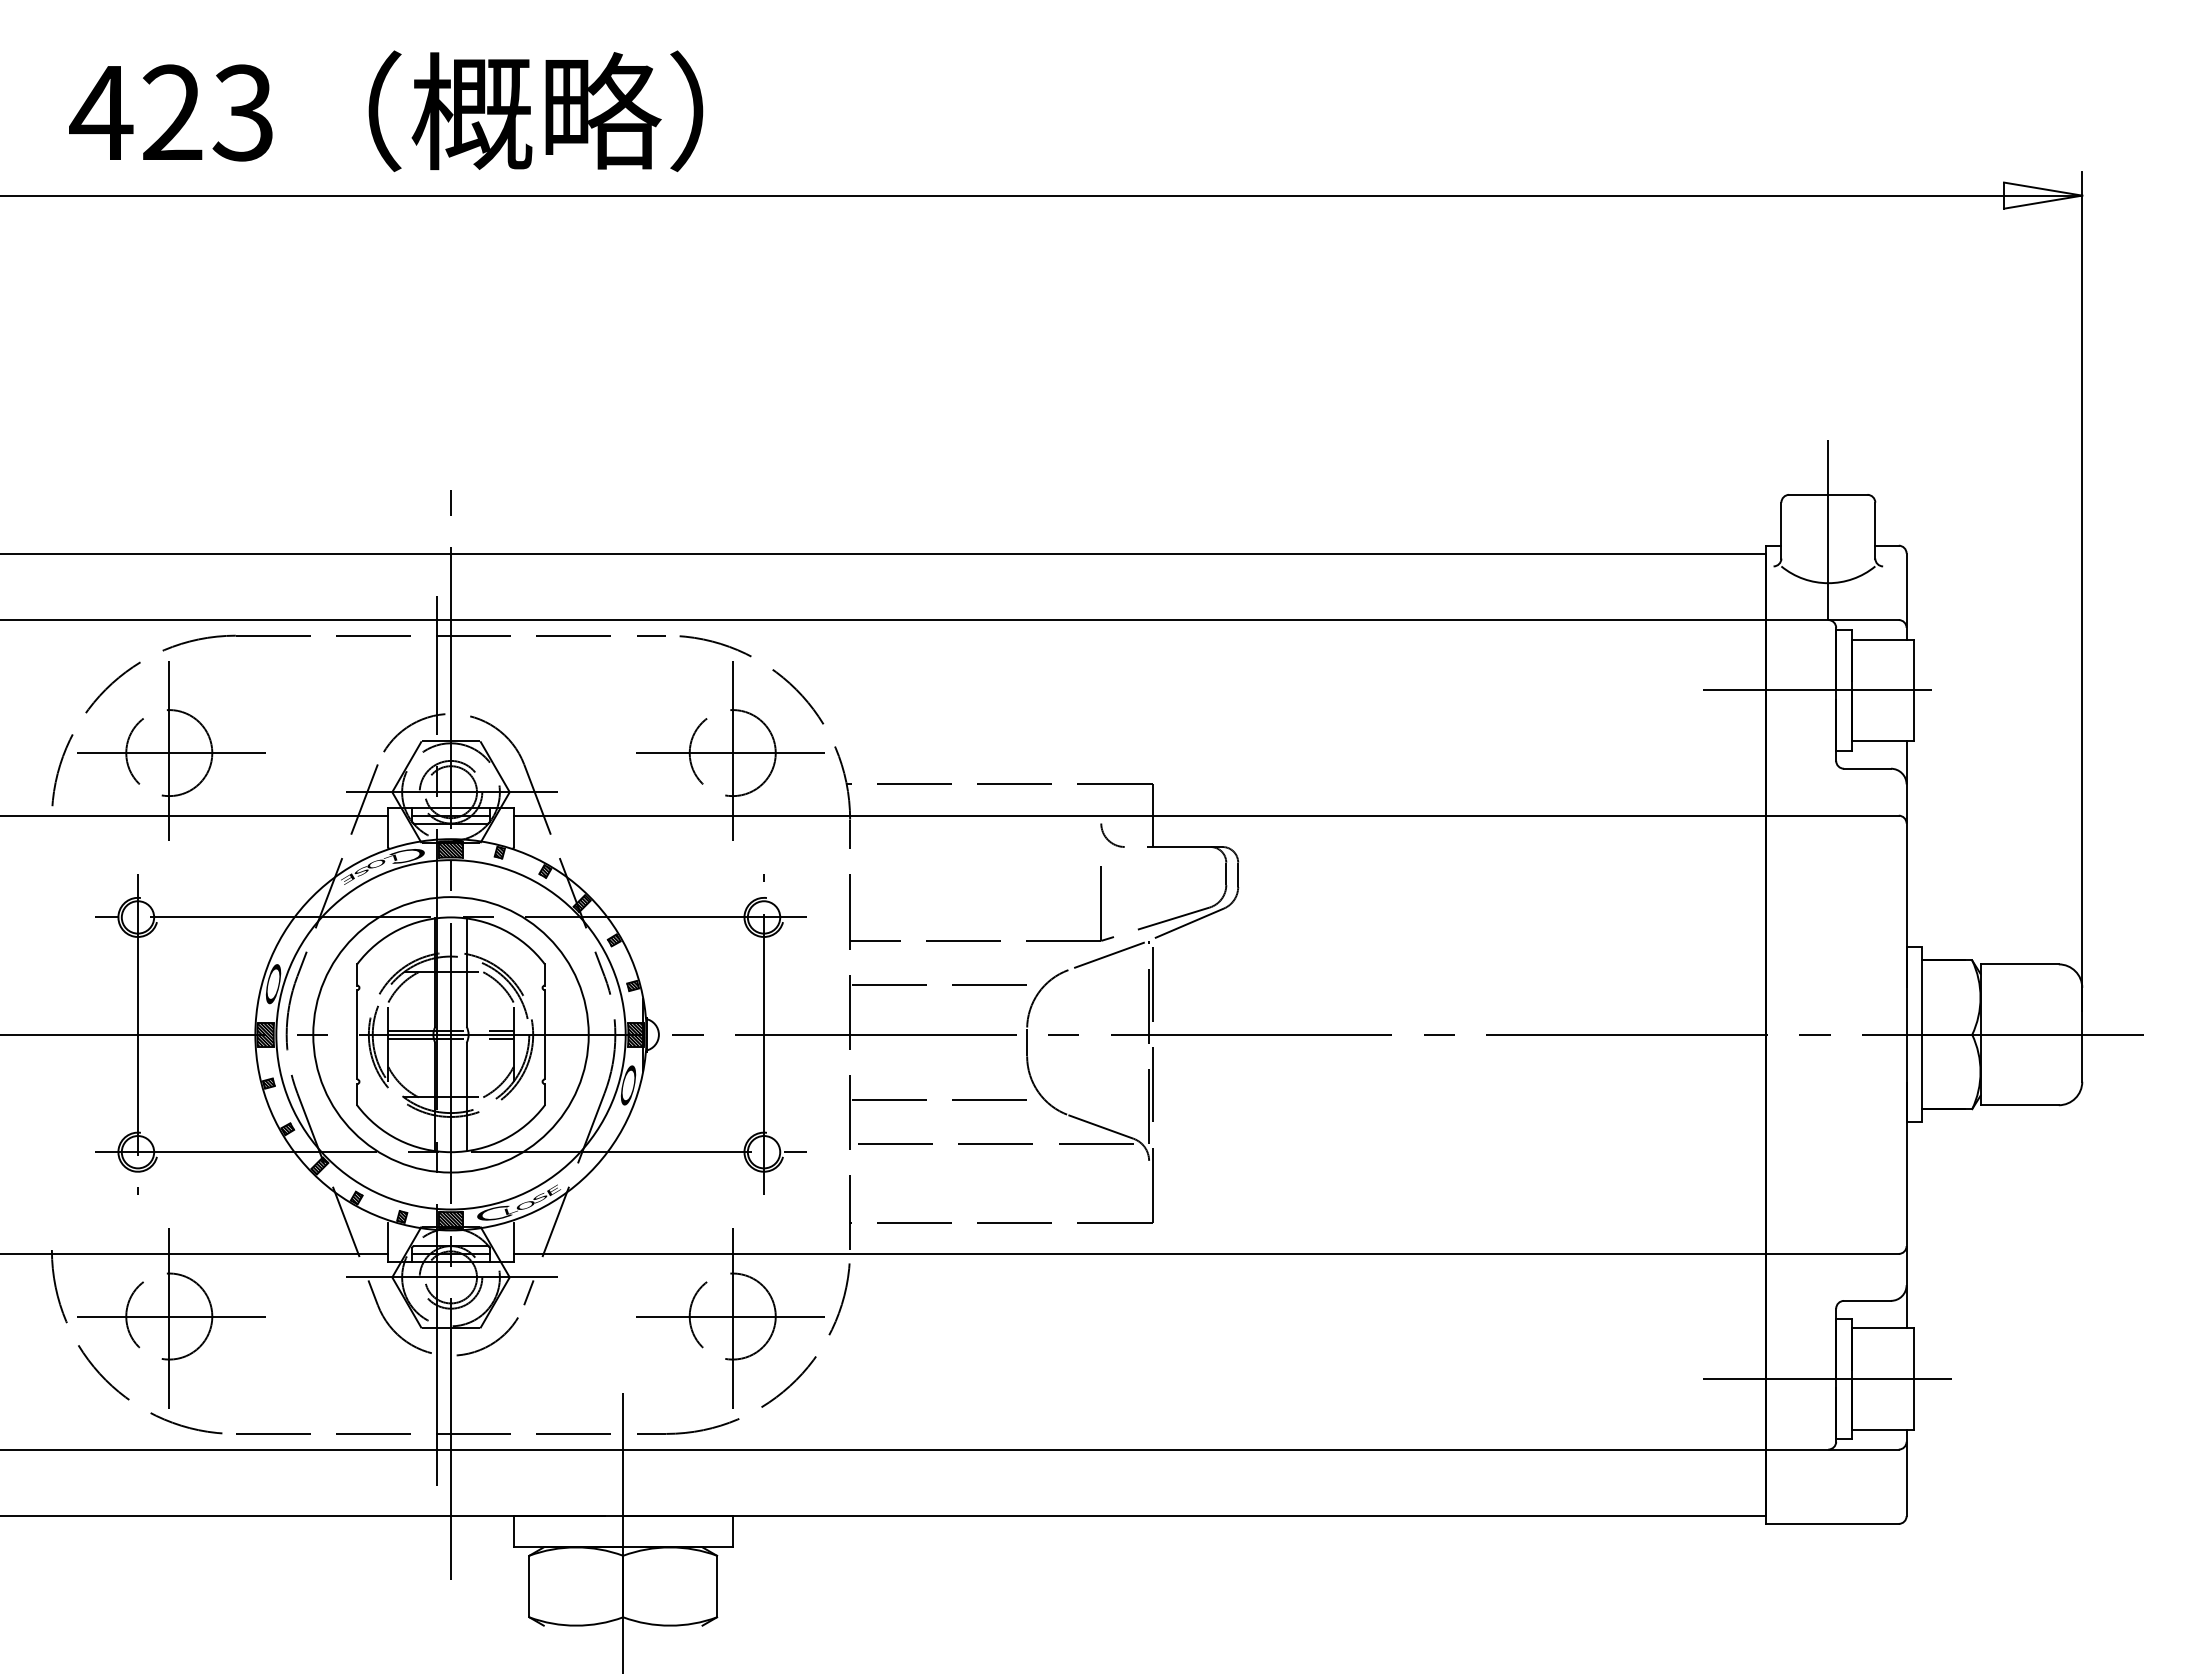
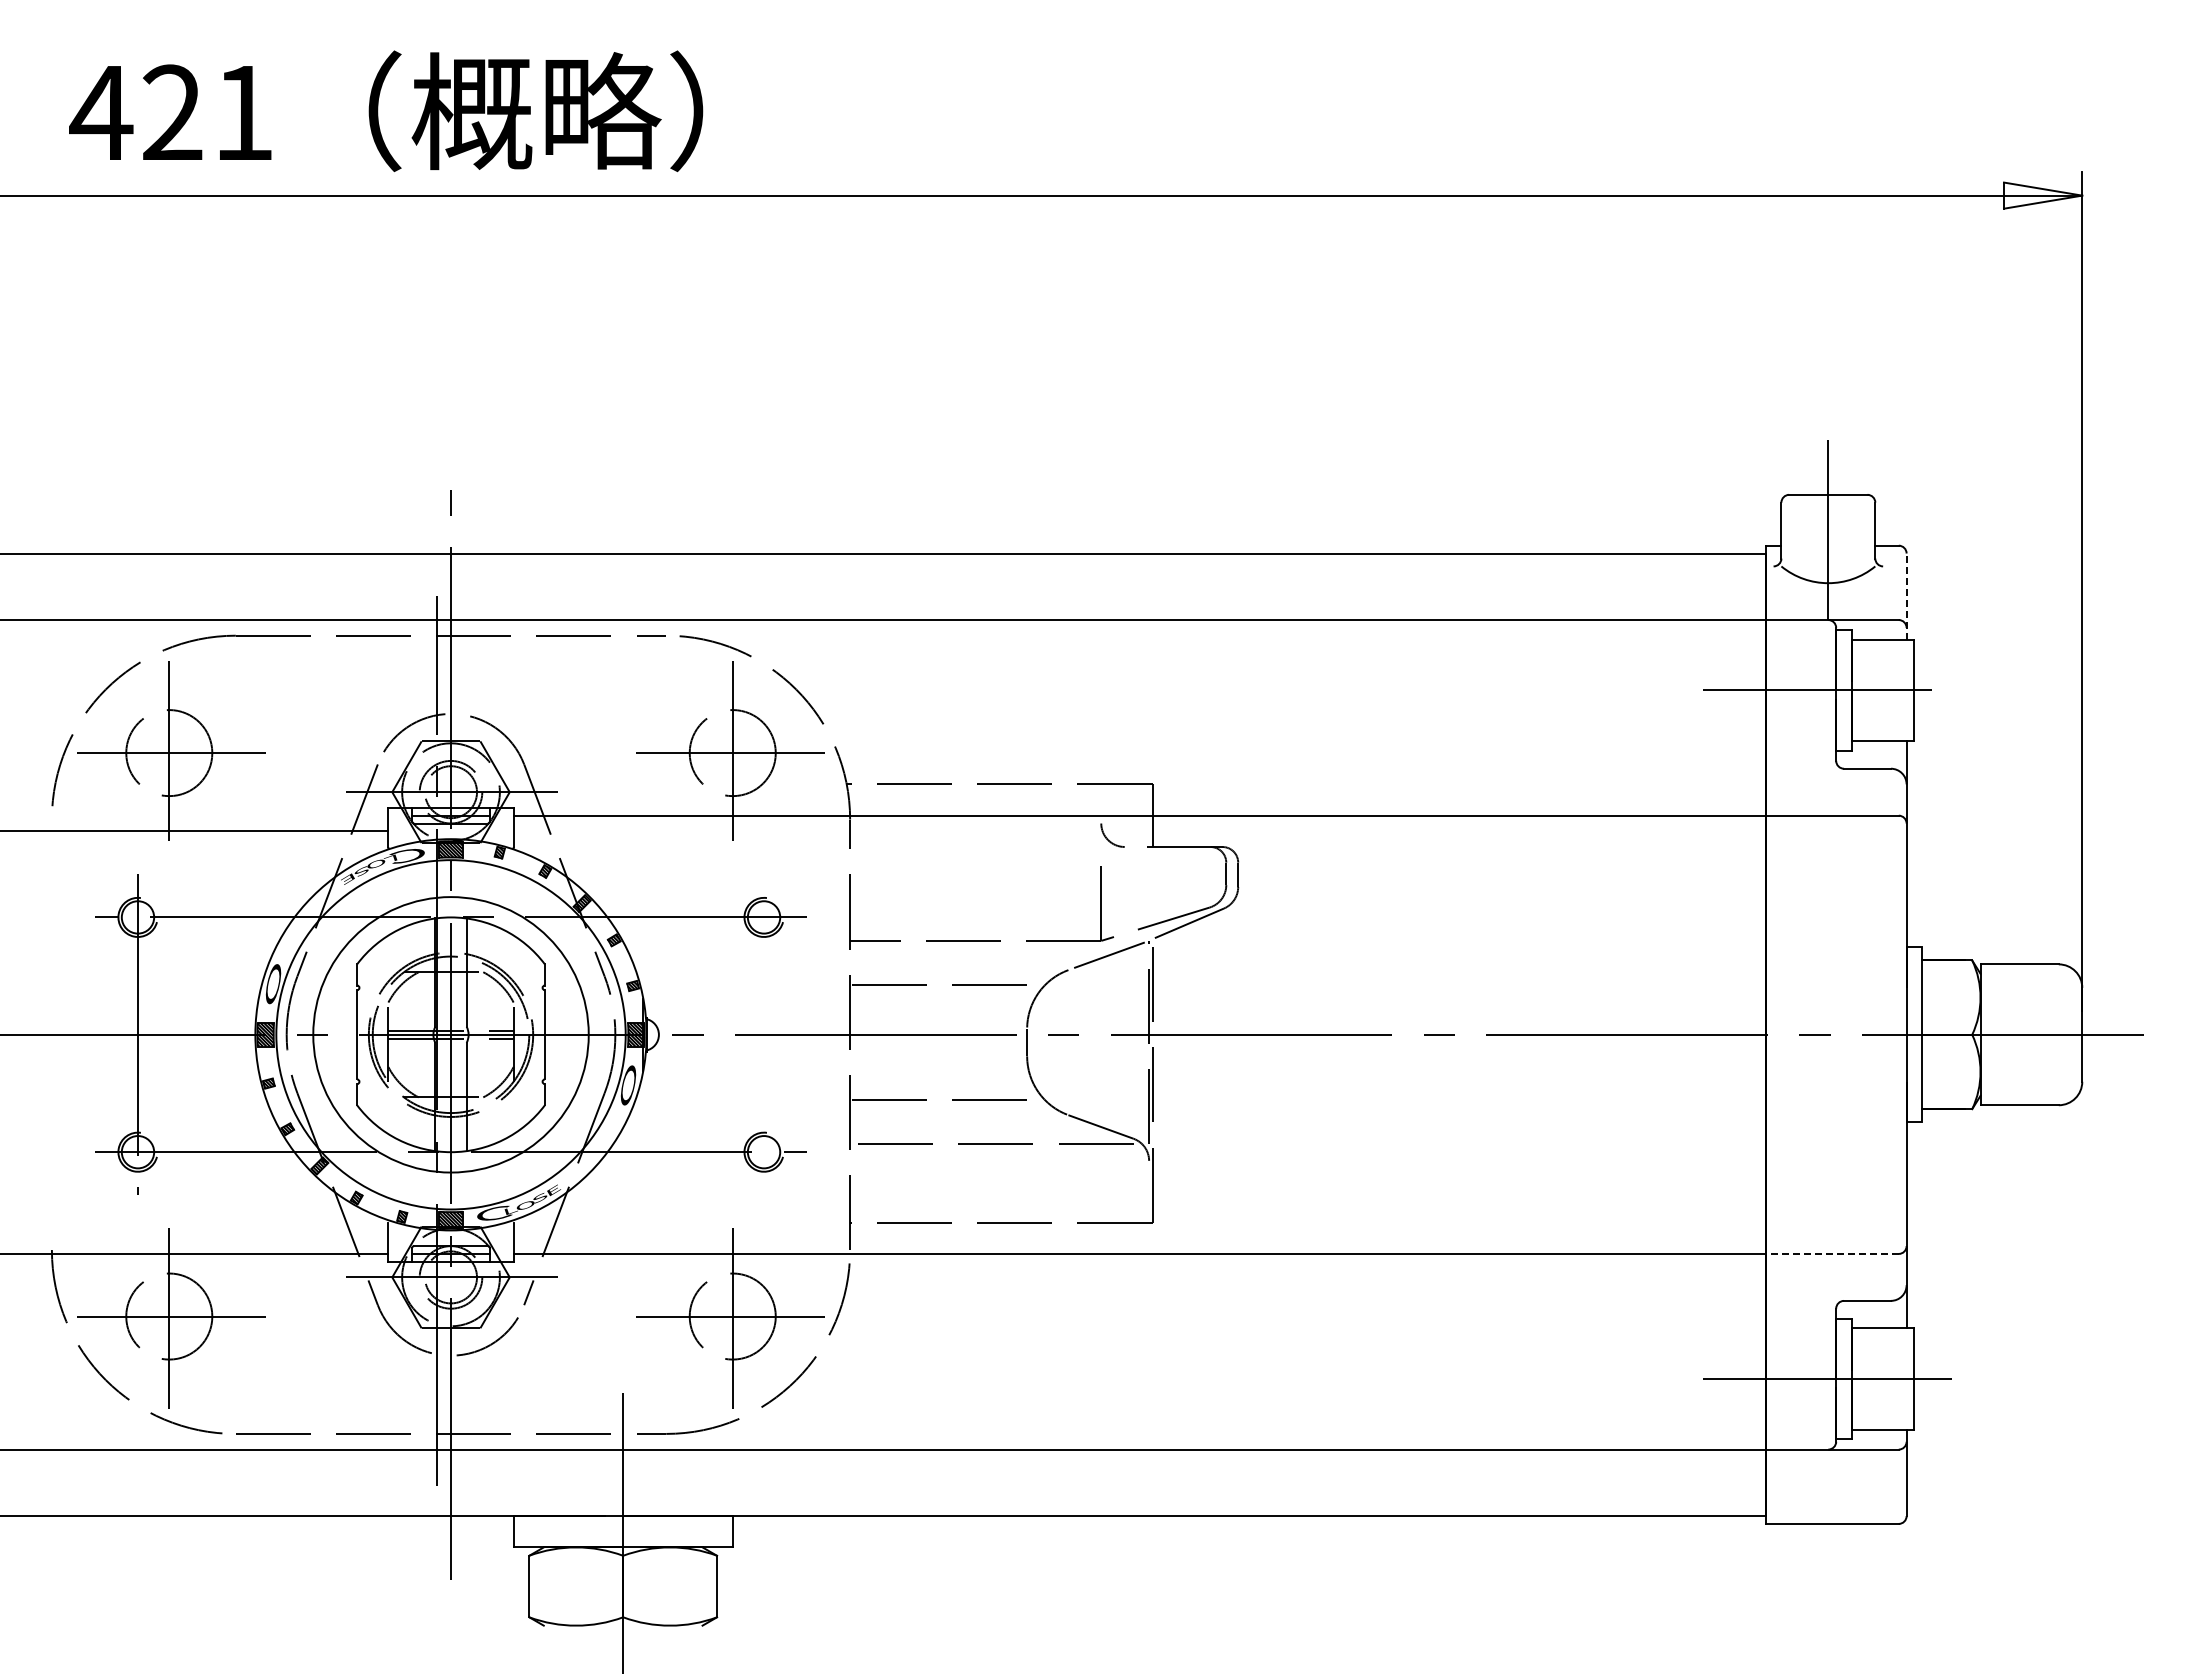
text at (242, 112): 423 -> 421
line at (1906, 596): solid -> dashed
line at (195, 815) position: (195, 815) -> (195, 830)
line at (764, 1034): present -> none
line at (1832, 1253): solid -> dashed
